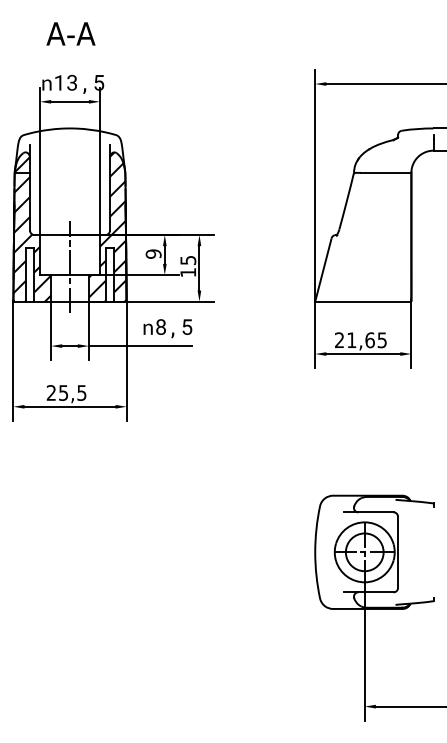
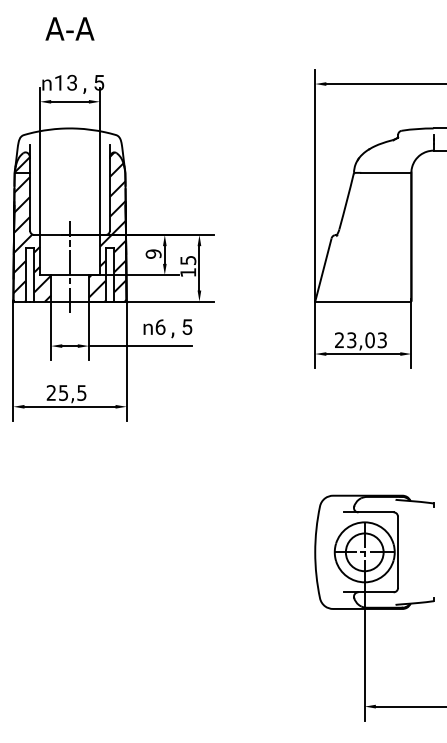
text at (70, 33) position: (70, 33) -> (69, 28)
text at (160, 326): 8,5 -> 6,5
text at (366, 340): 21,65 -> 23,03
